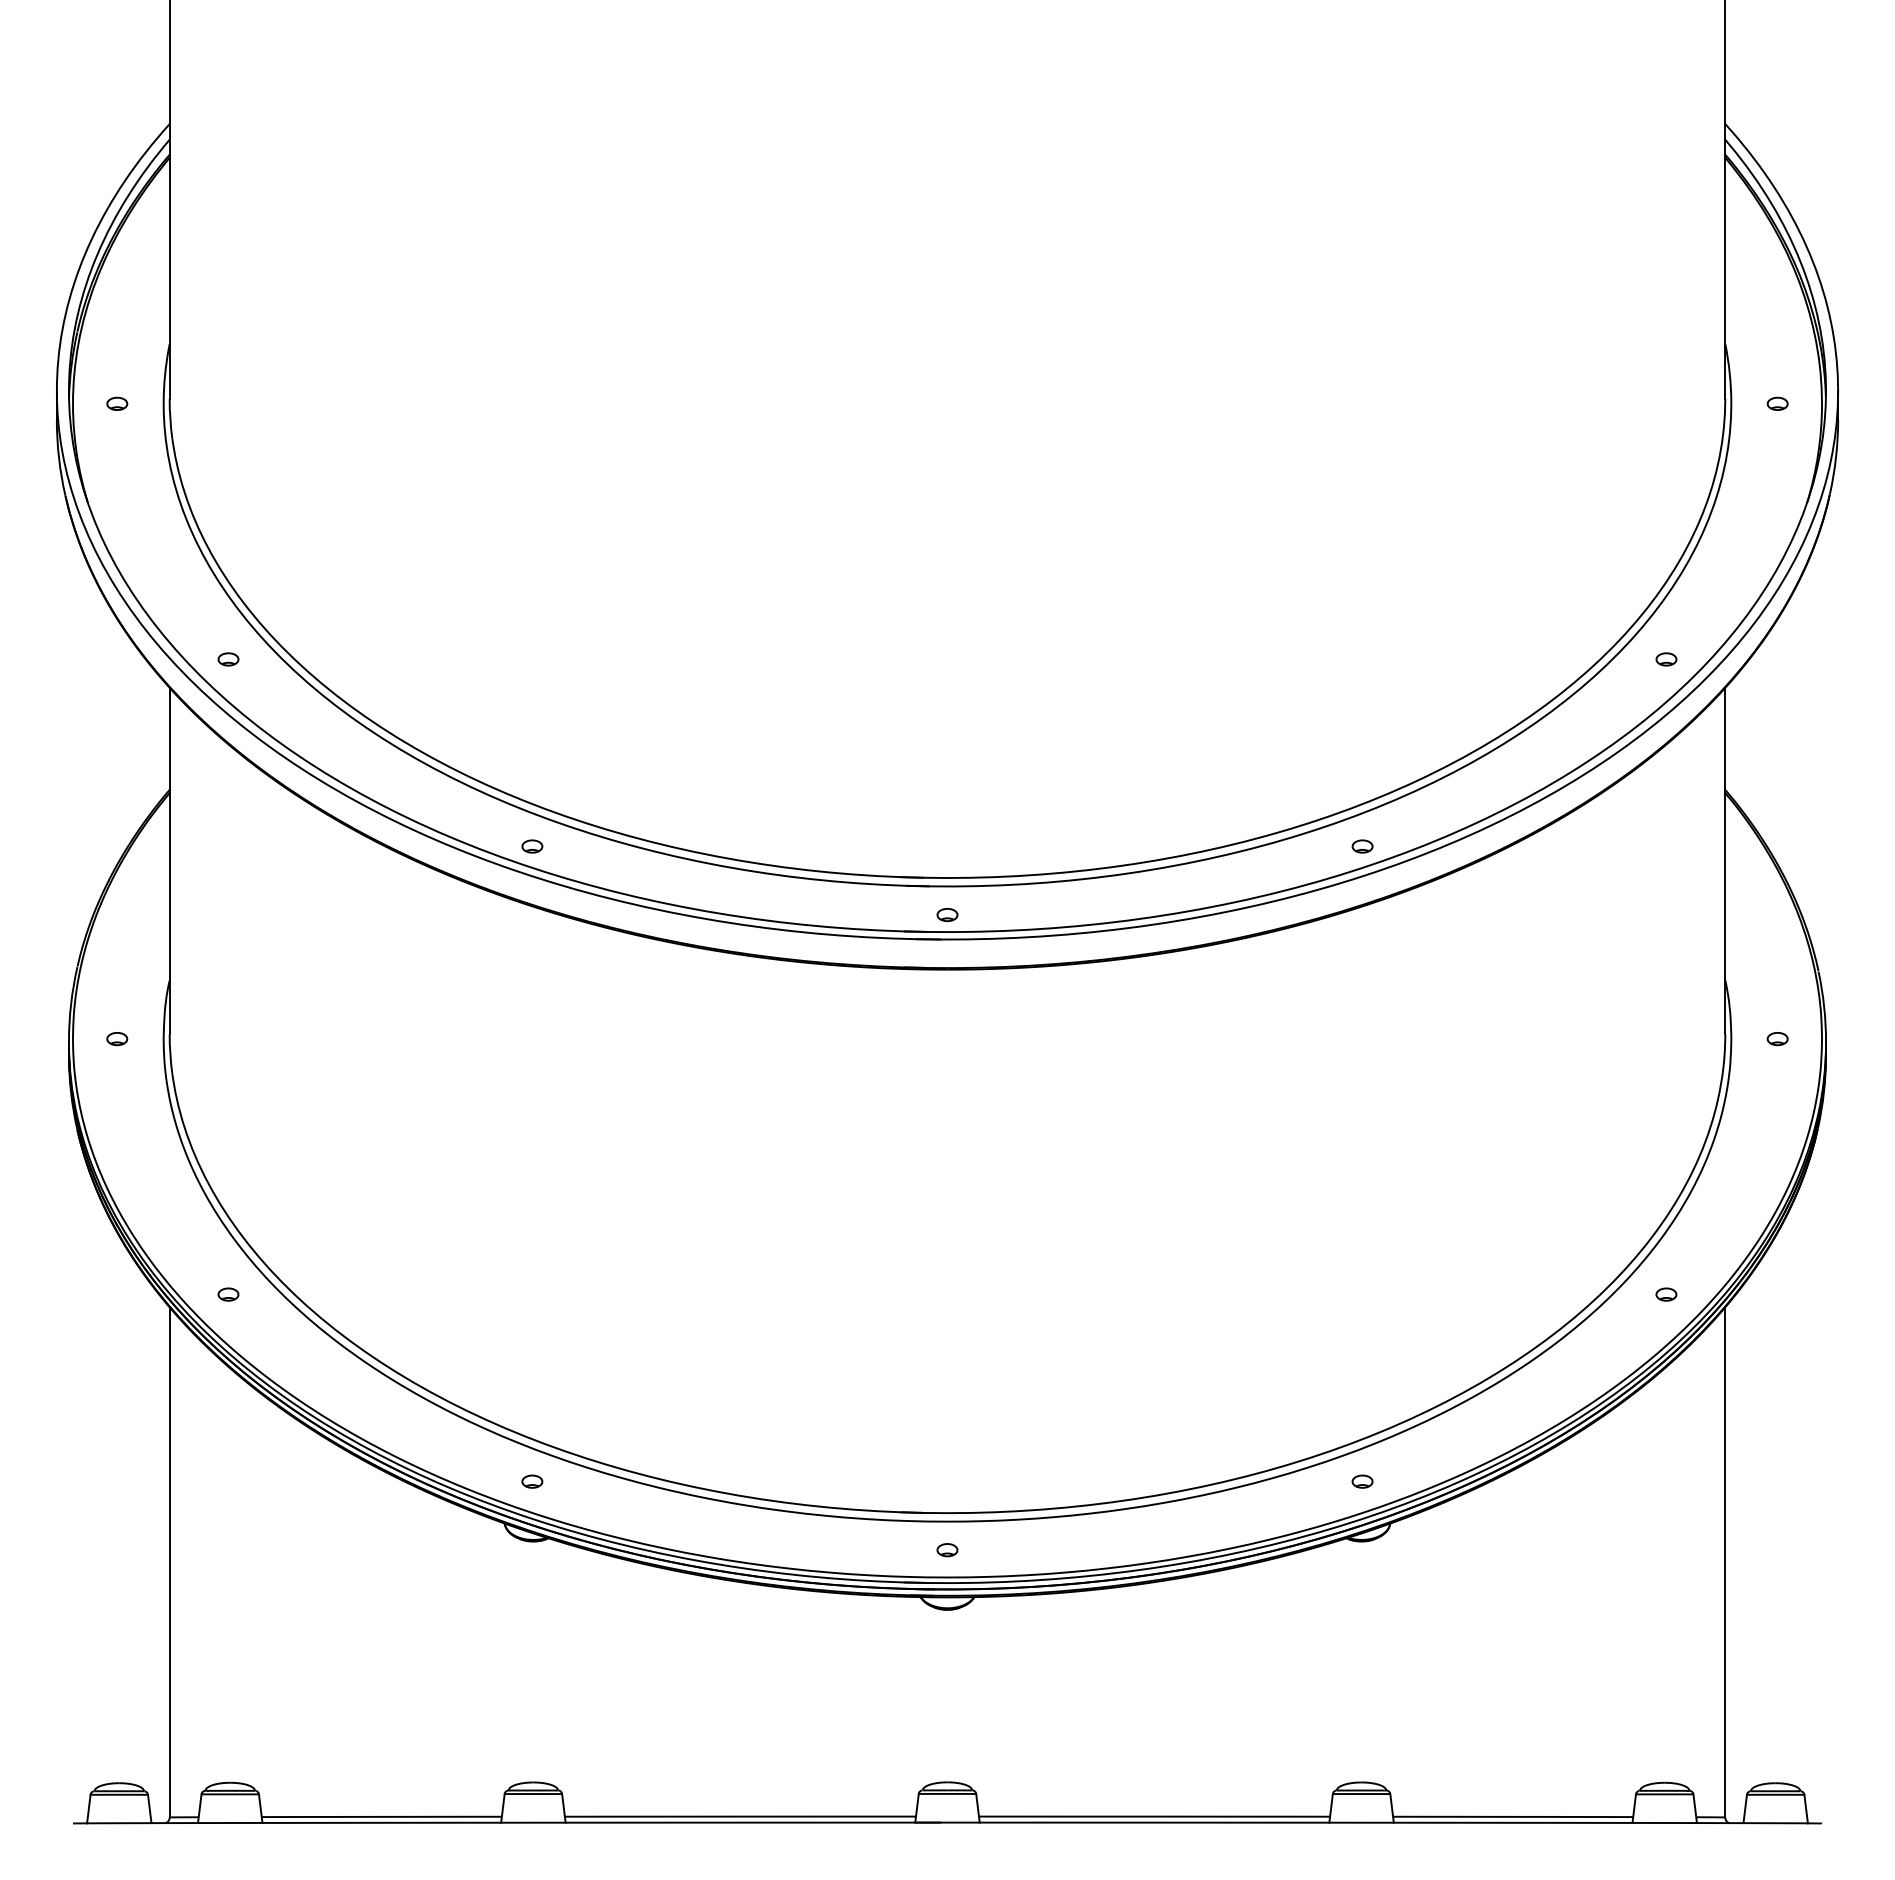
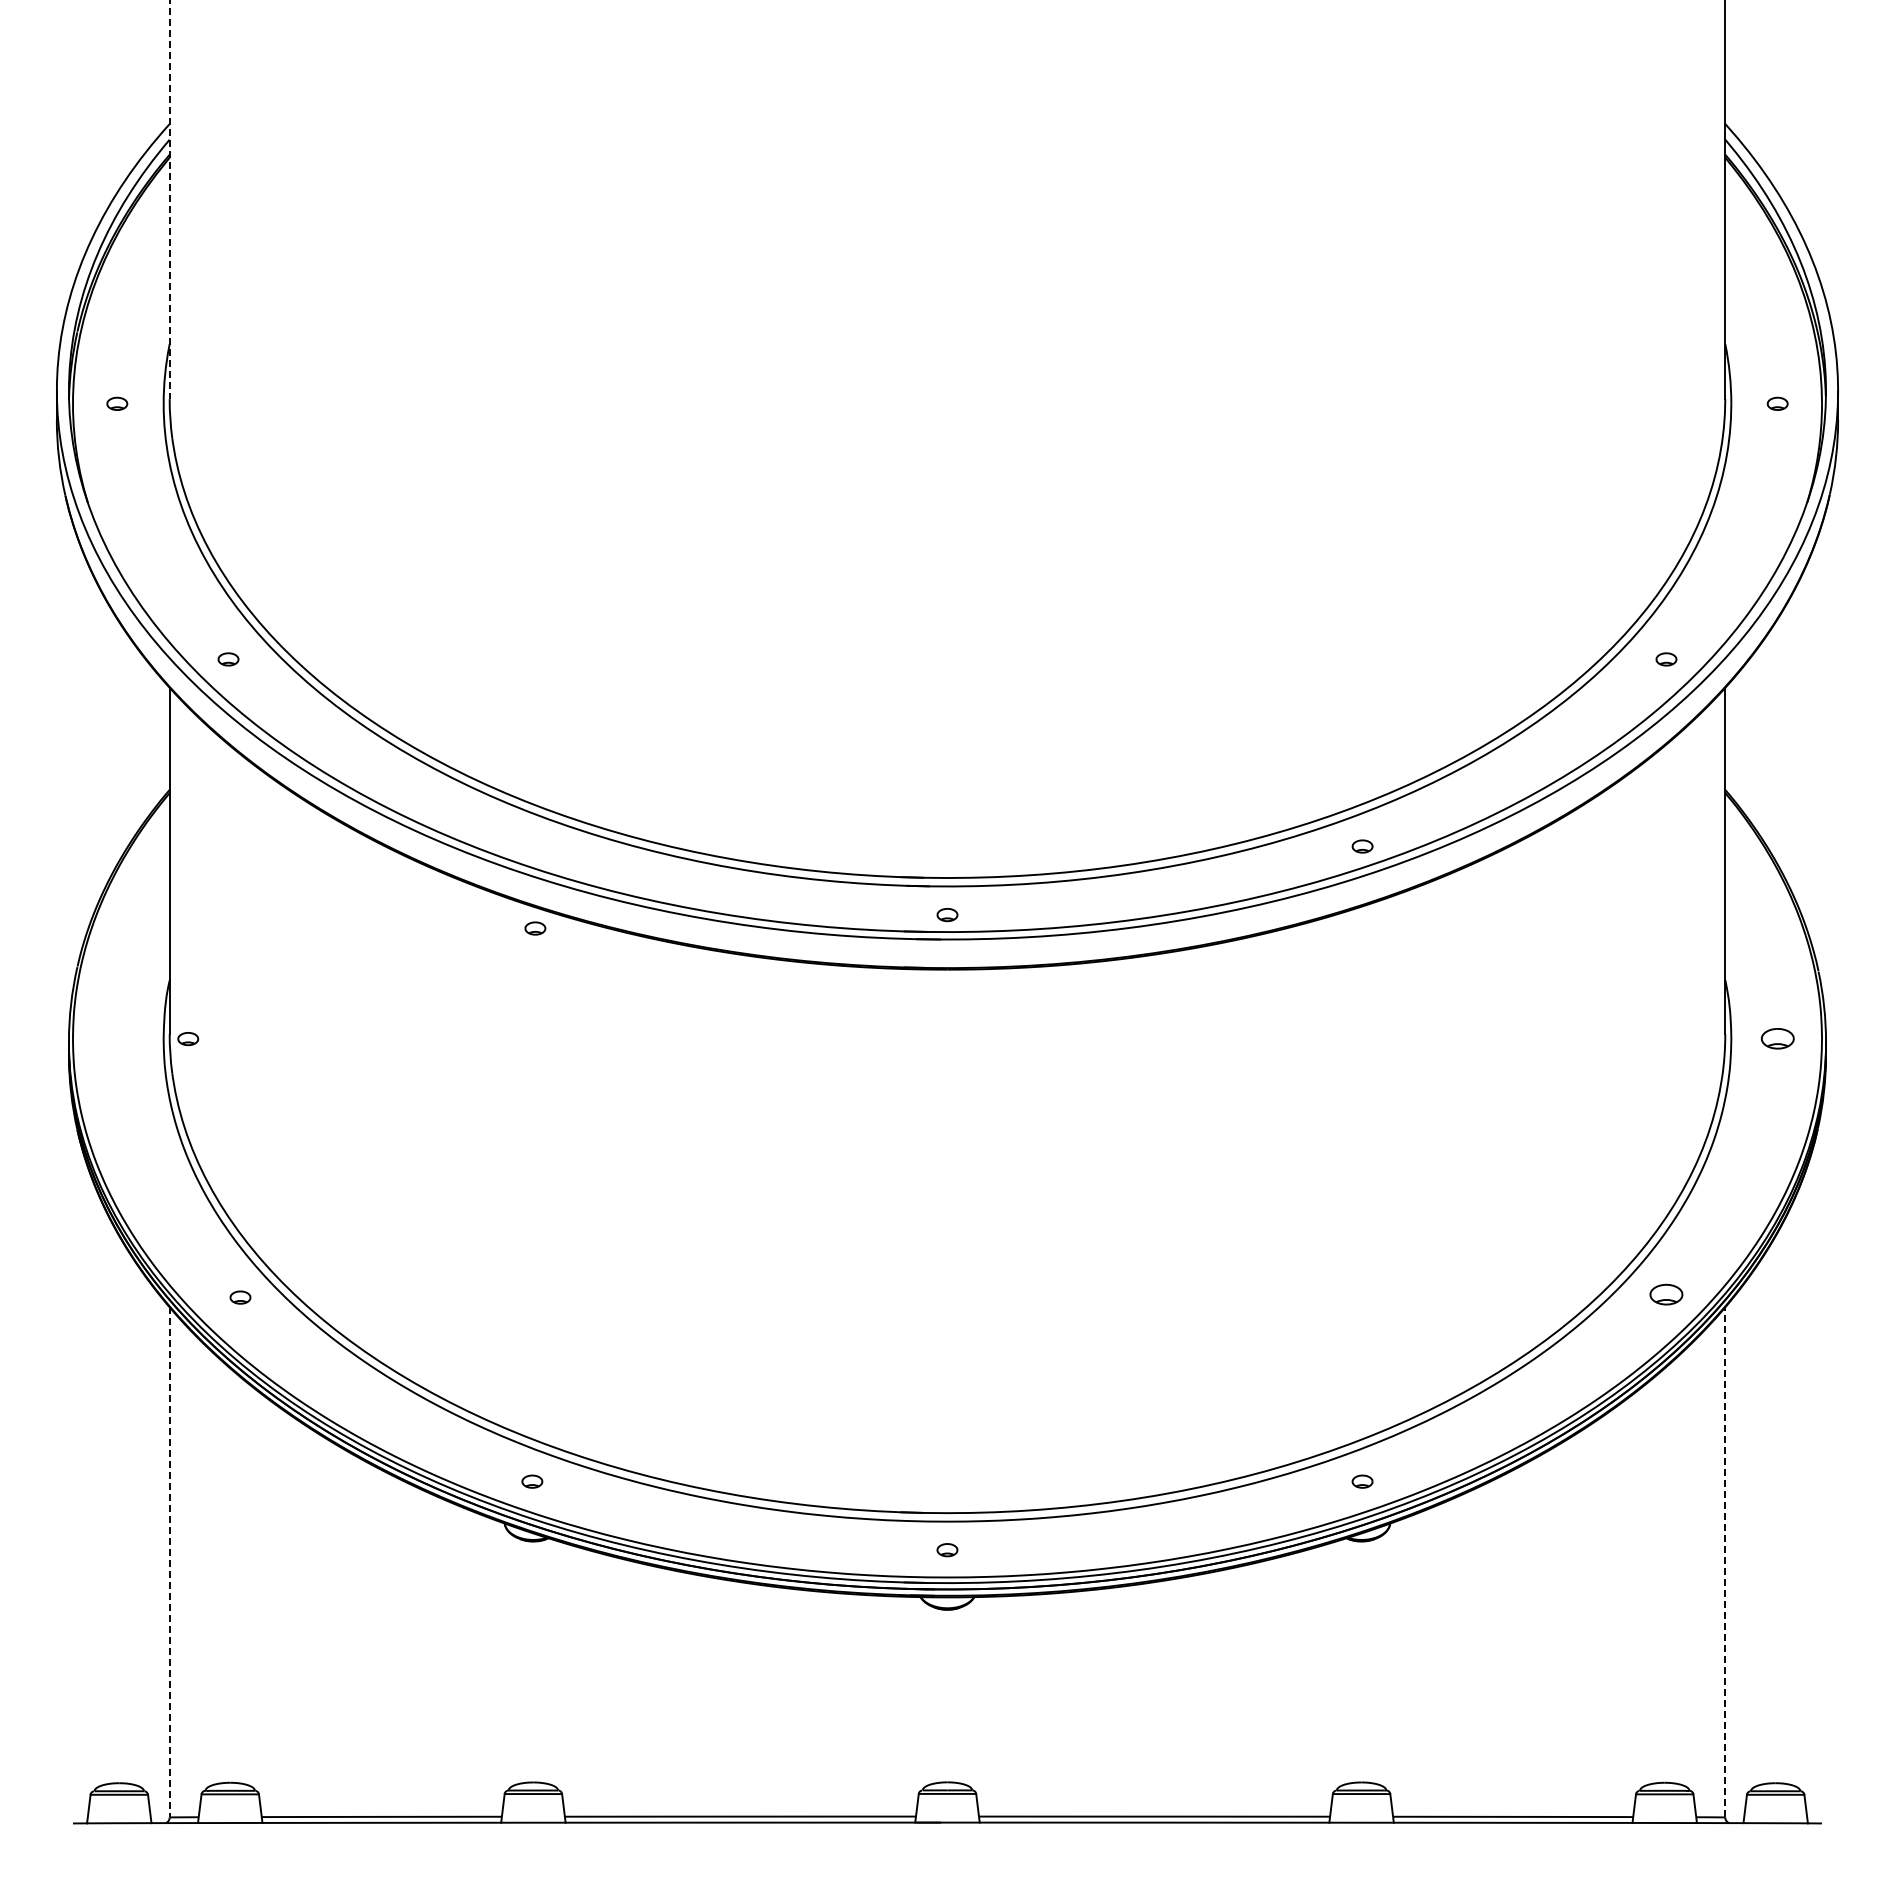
line at (169, 200): solid -> dashed
part at (532, 846) position: (532, 846) -> (535, 928)
part at (117, 1039) position: (117, 1039) -> (188, 1039)
part at (1777, 1039) size: 23x15 px -> 34x22 px
part at (228, 1294) position: (228, 1294) -> (240, 1297)
part at (1666, 1294) size: 23x15 px -> 35x23 px
line at (1725, 1561): solid -> dashed
line at (169, 1562): solid -> dashed
